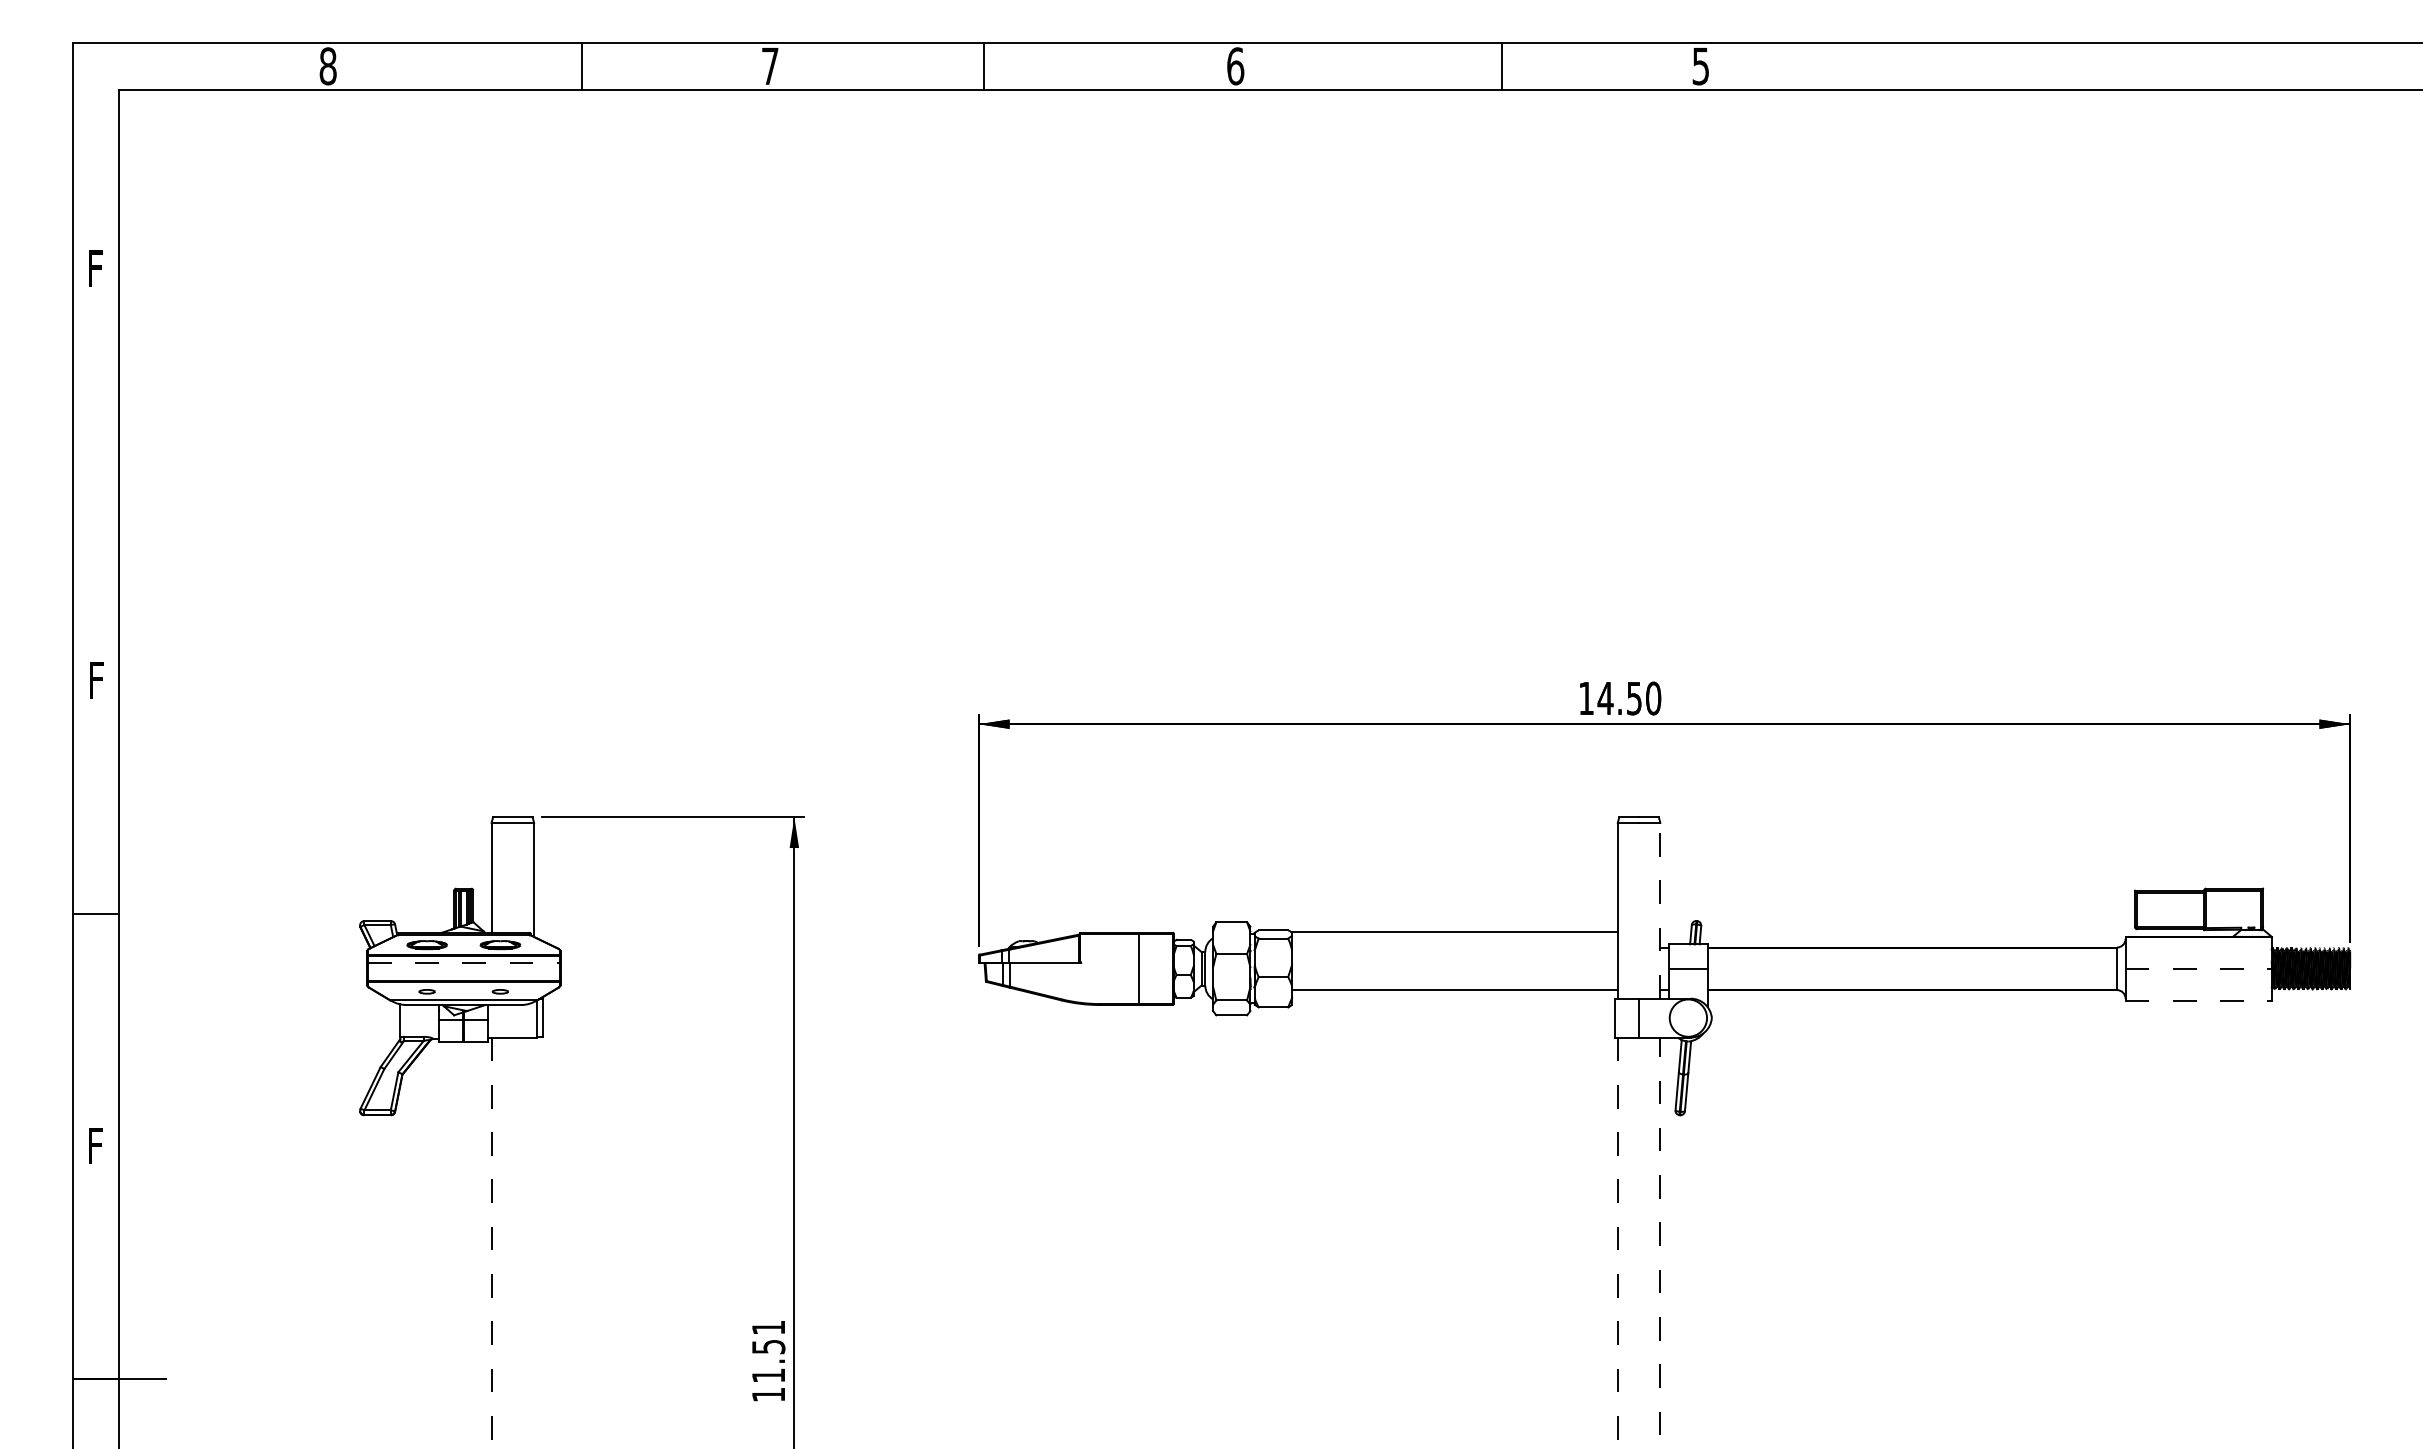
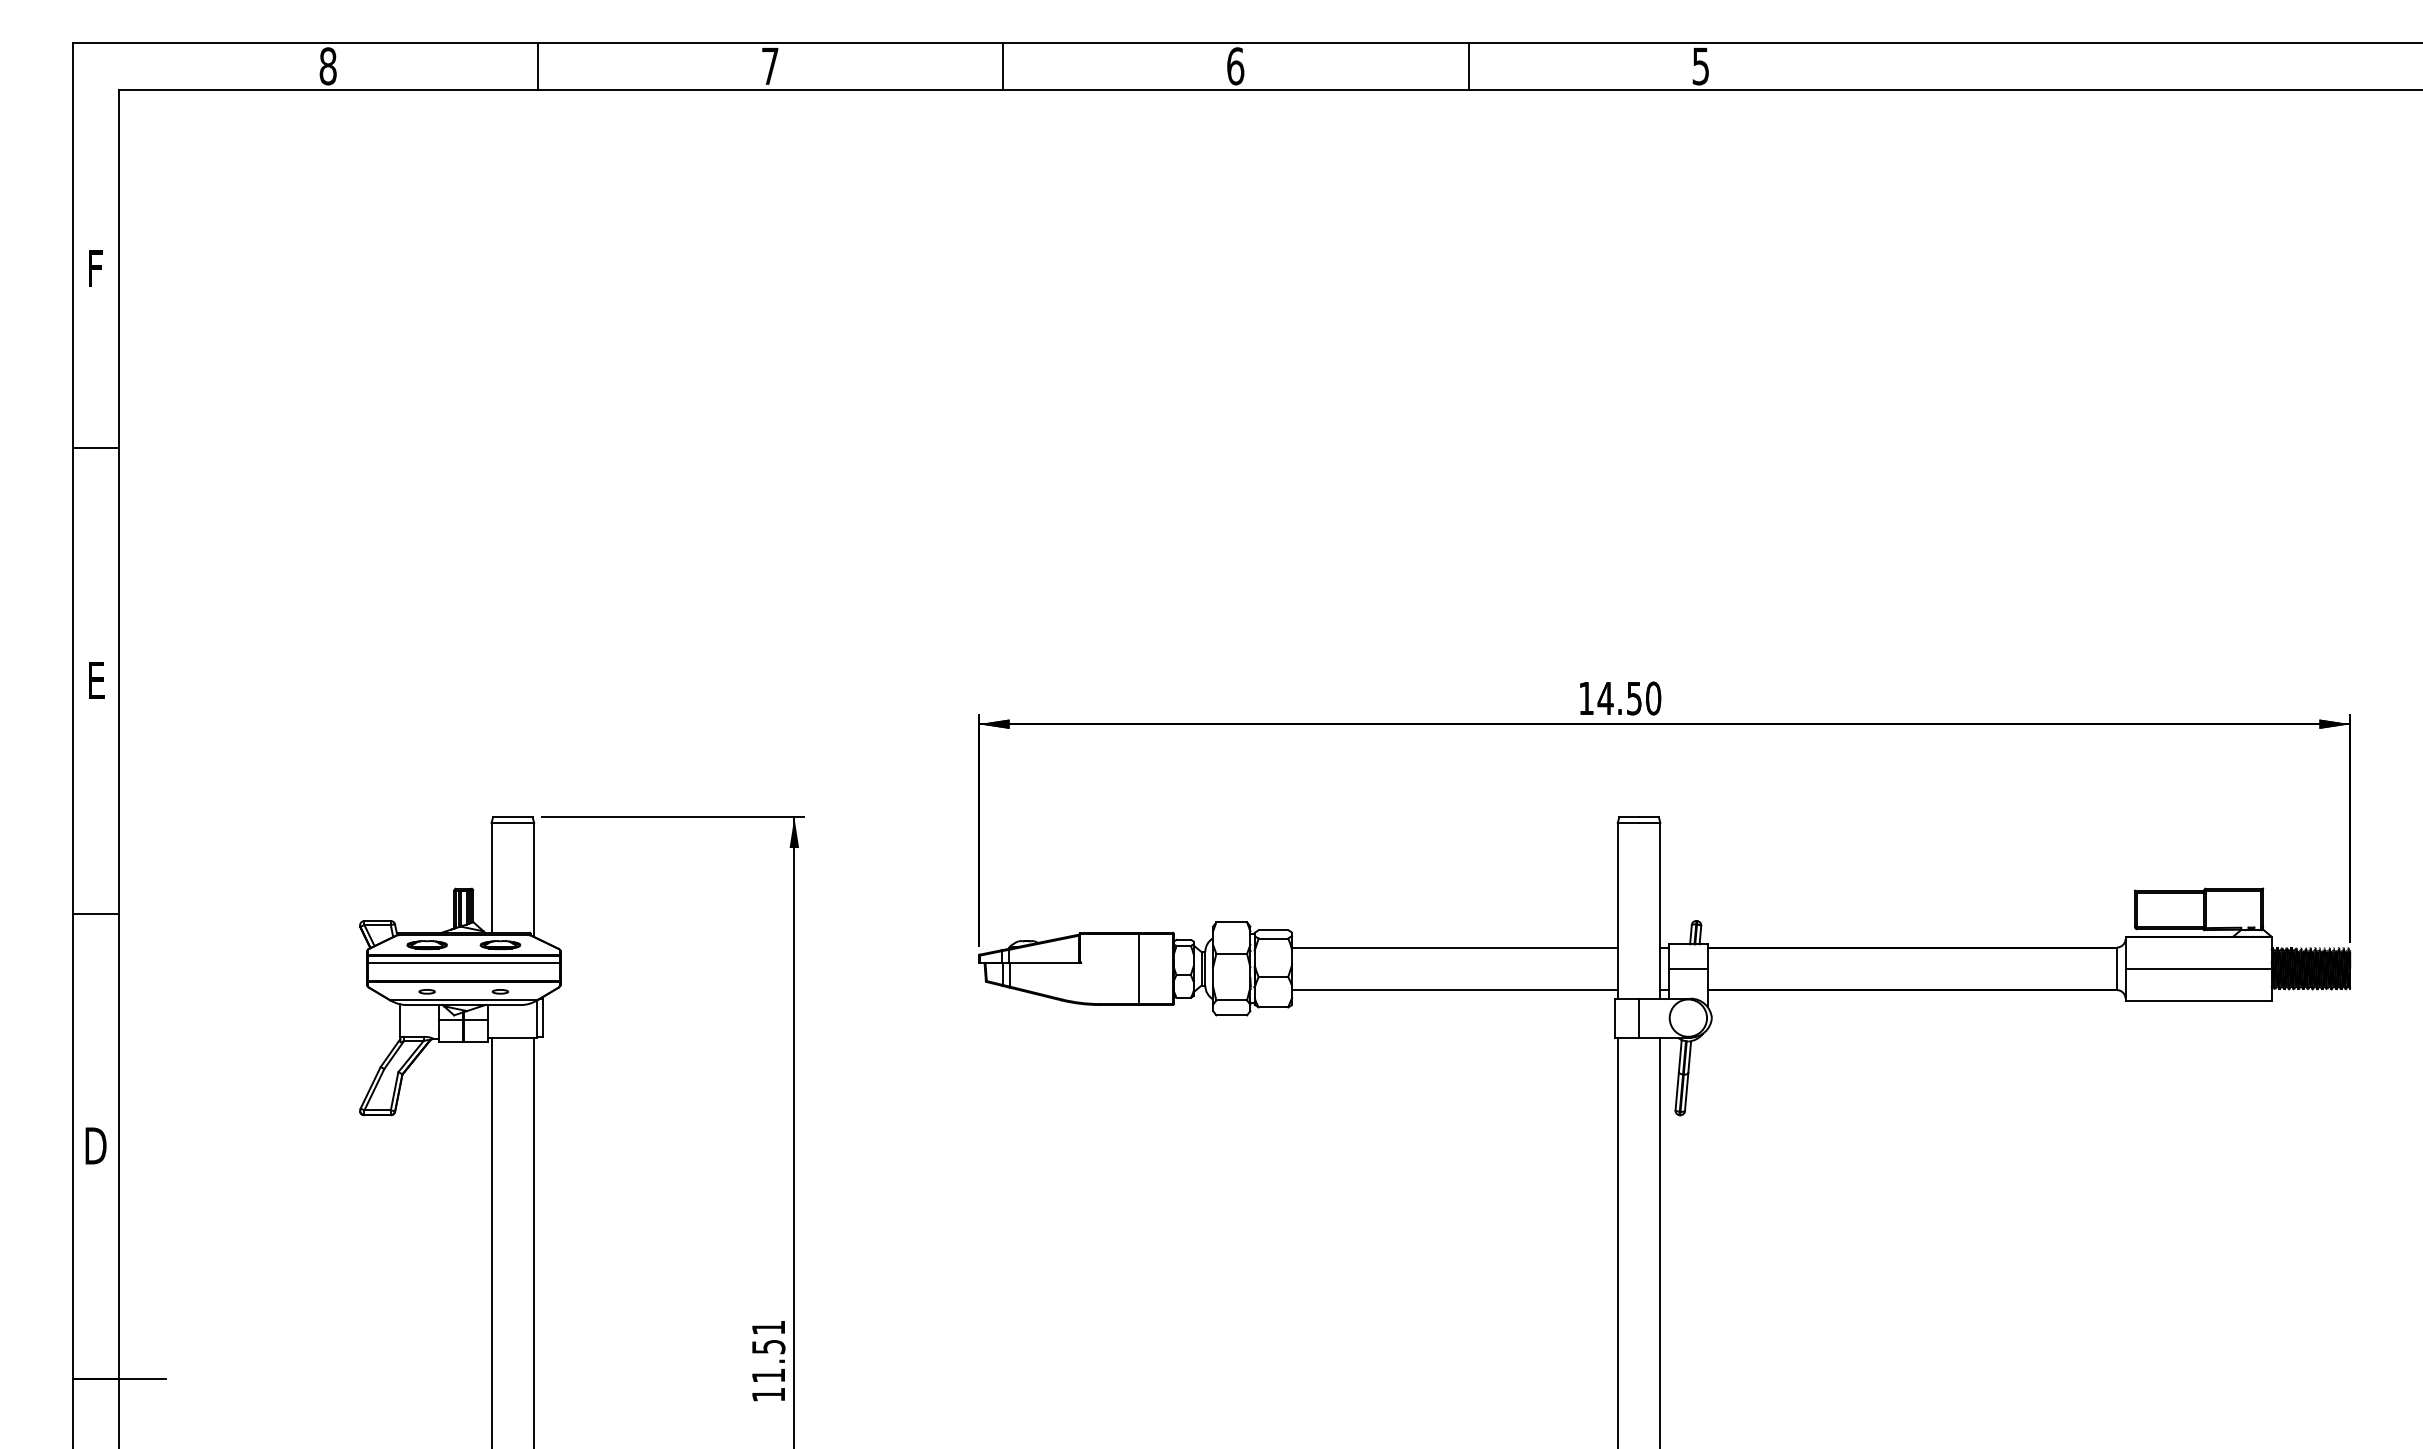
line at (582, 66) position: (582, 66) -> (538, 66)
line at (984, 66) position: (984, 66) -> (1003, 66)
line at (1501, 66) position: (1501, 66) -> (1468, 66)
line at (95, 448): none -> present
text at (96, 680): F -> E
line at (1660, 910): dashed -> solid
line at (1454, 931) position: (1454, 931) -> (1454, 947)
line at (463, 962): dashed -> solid
line at (2199, 969): dashed -> solid
line at (2199, 1001): dashed -> solid
text at (95, 1145): F -> D
line at (534, 1241): none -> present
line at (1660, 1242): dashed -> solid
line at (491, 1243): dashed -> solid
line at (1617, 1243): dashed -> solid
